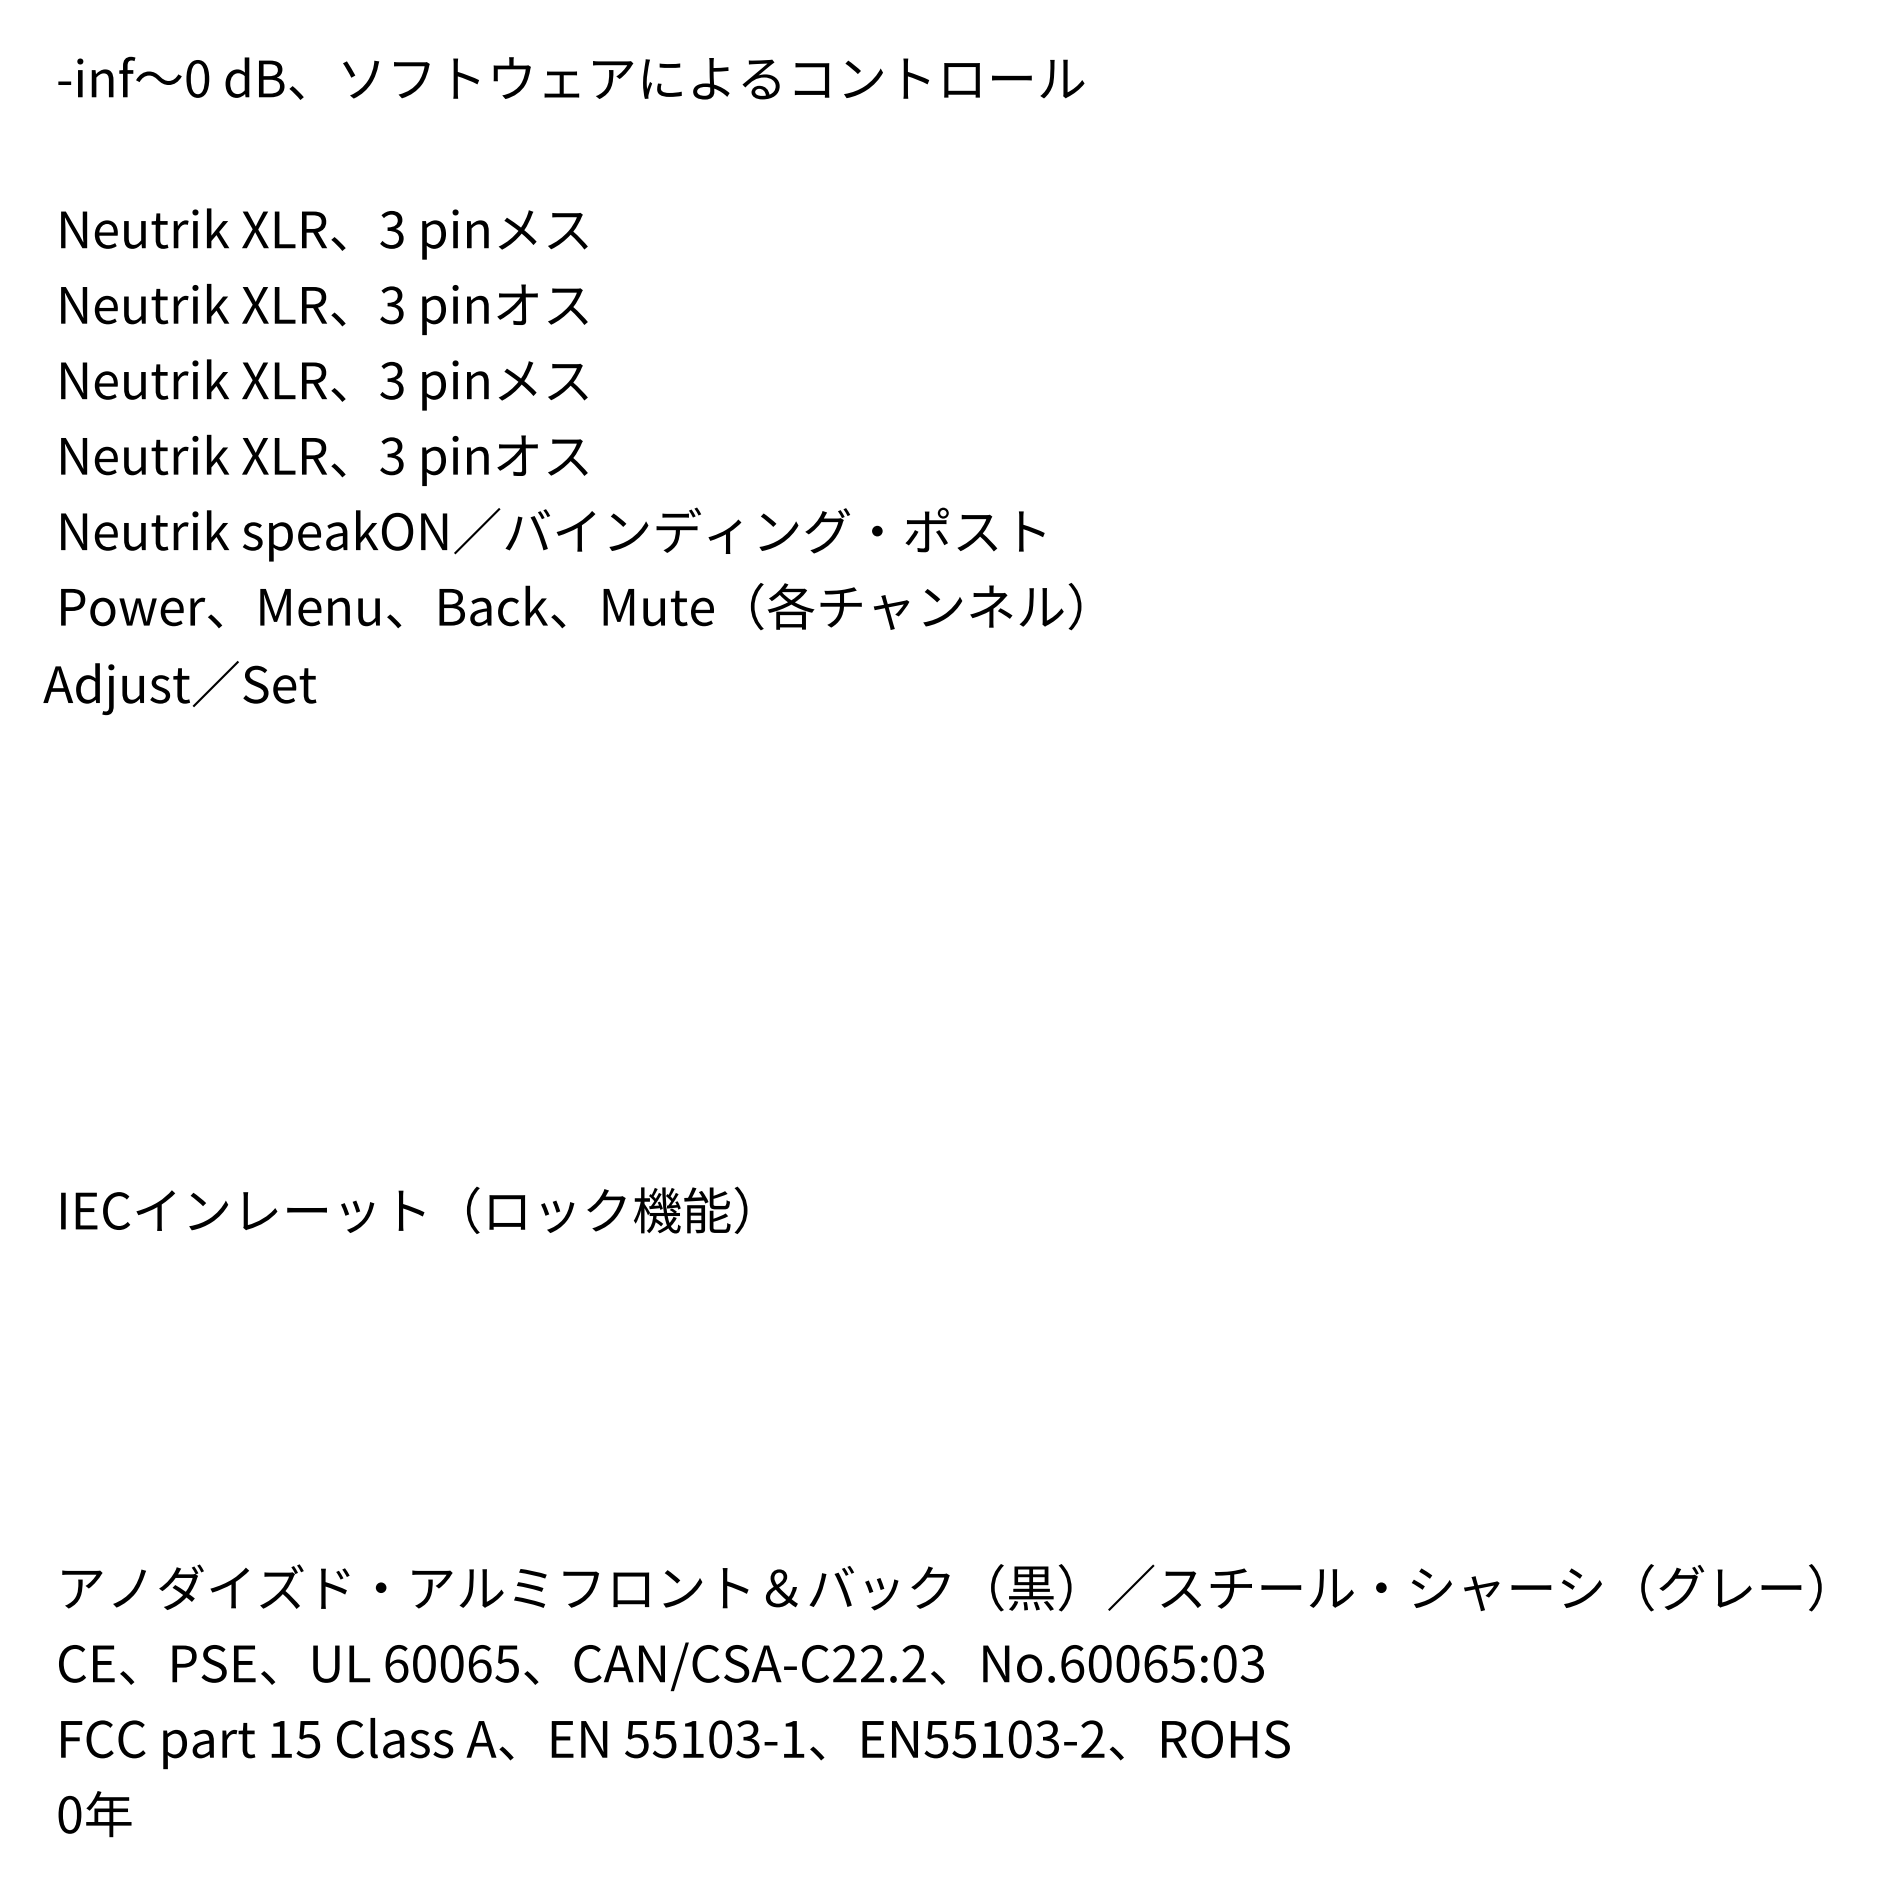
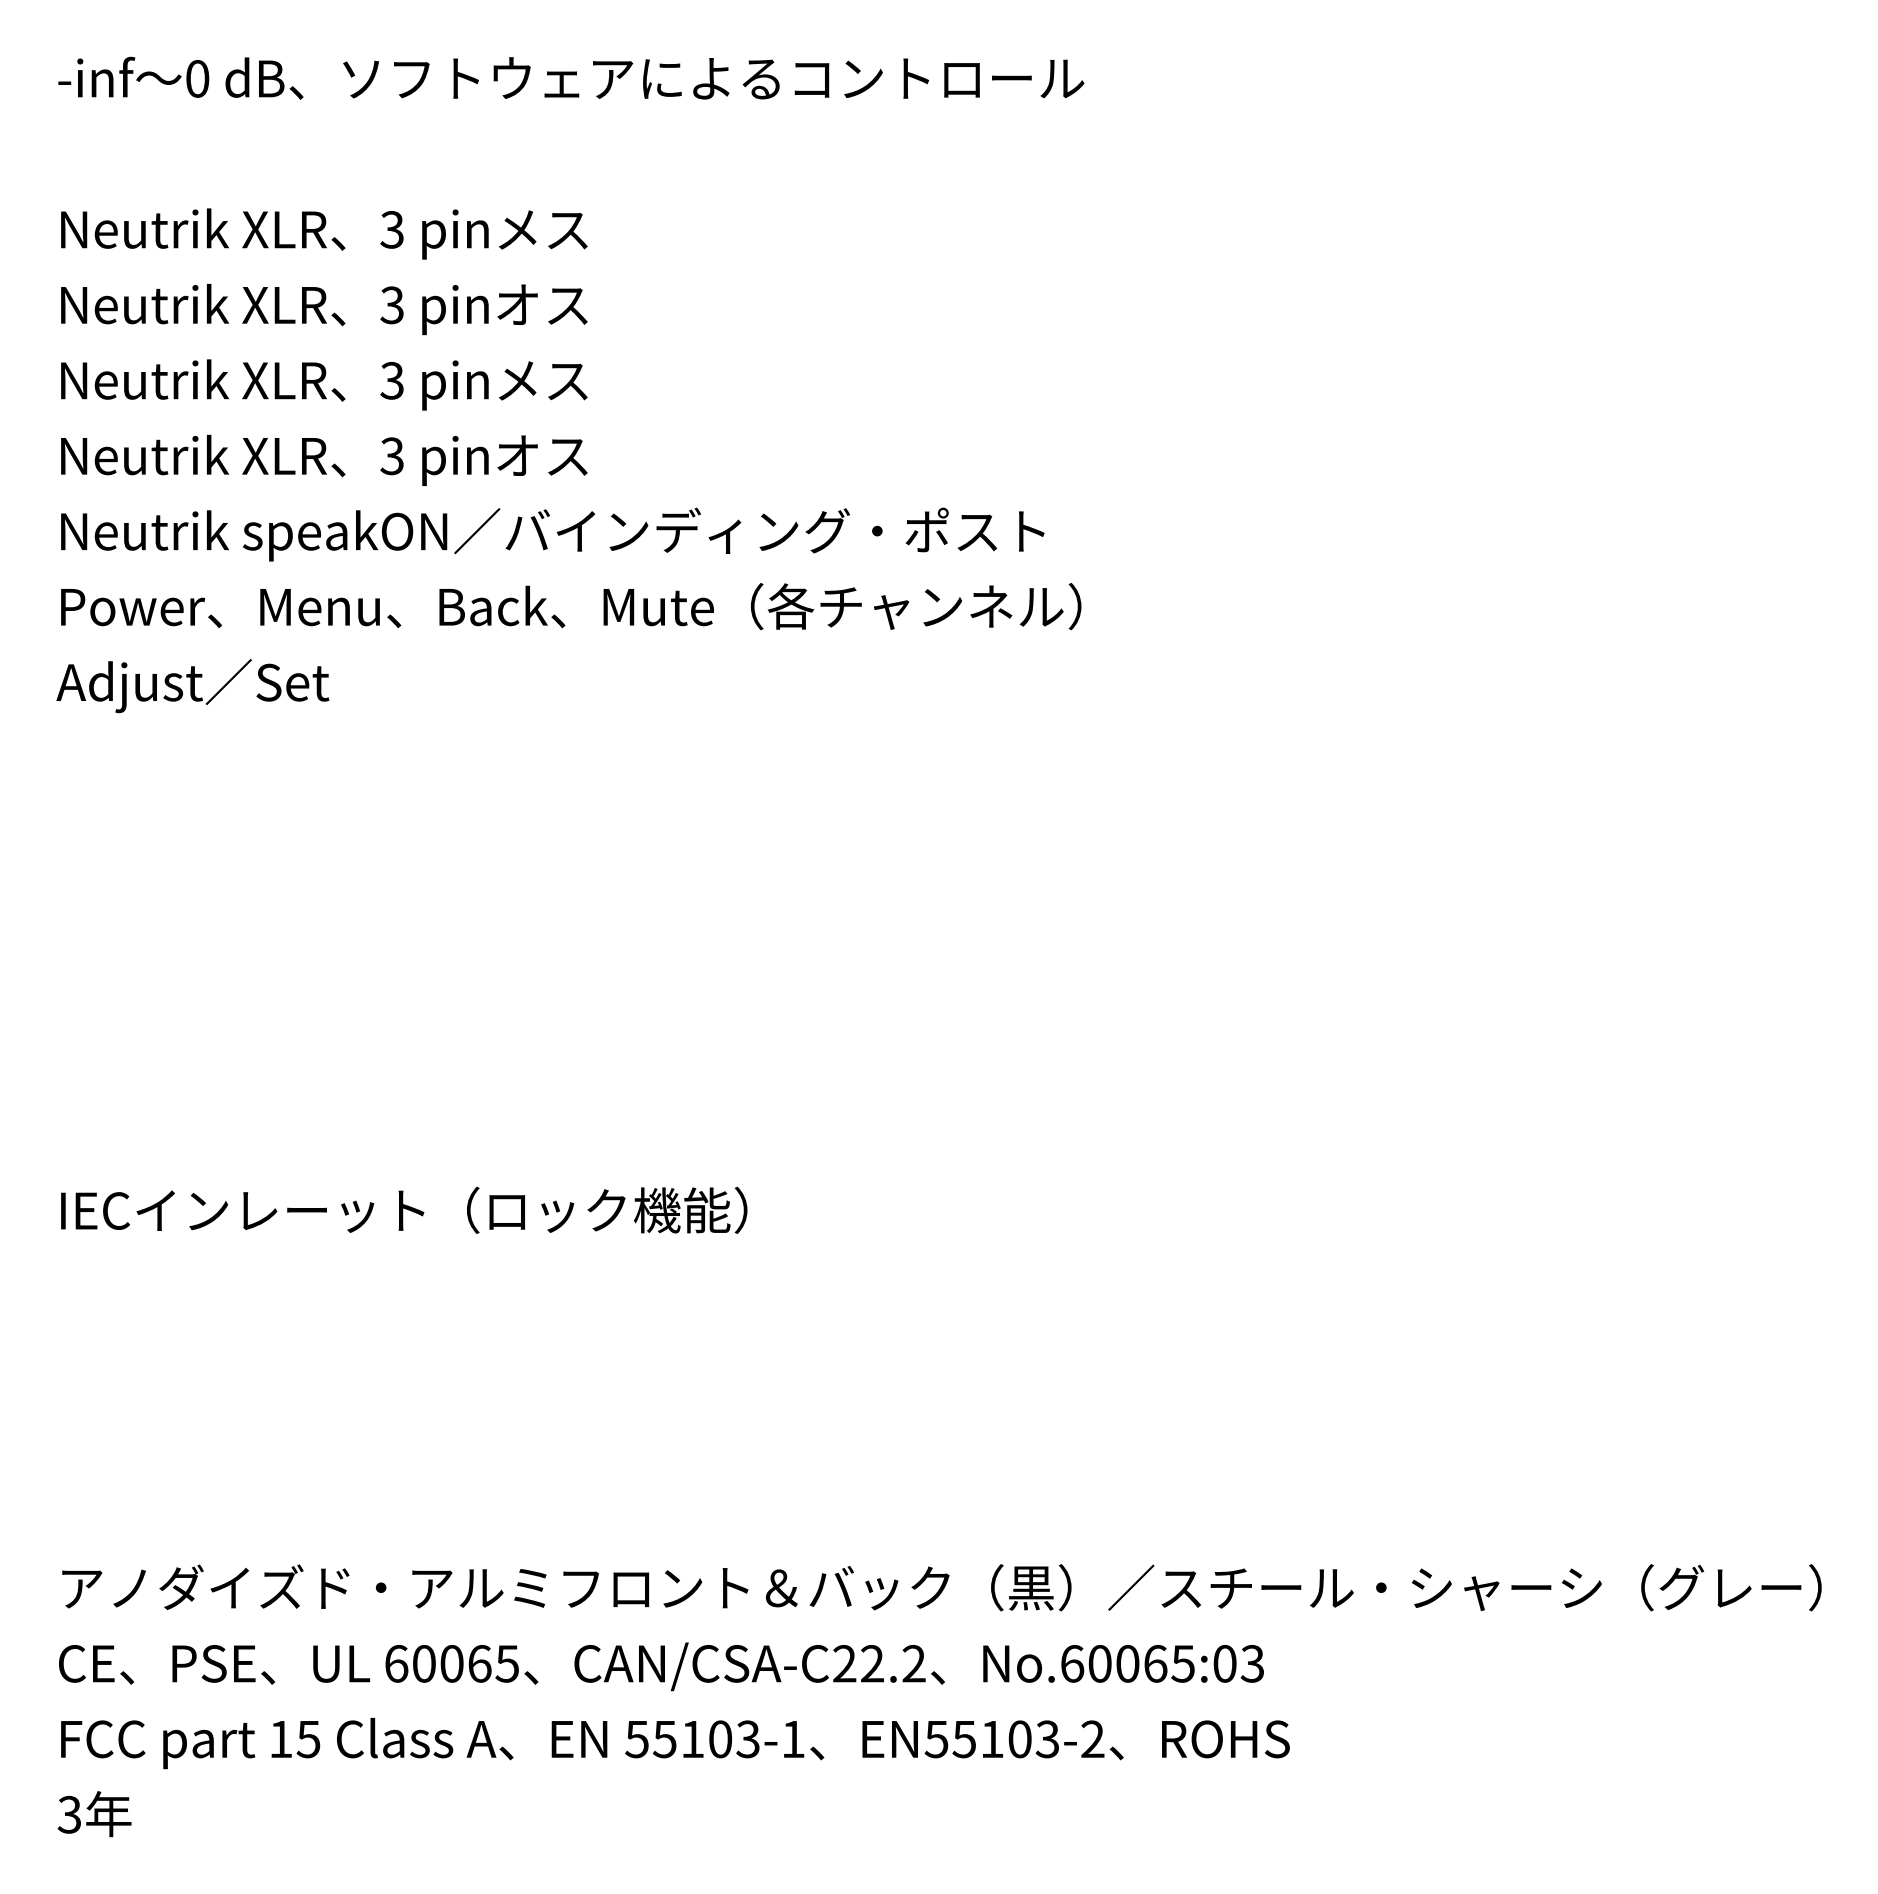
text at (179, 688) position: (179, 688) -> (192, 686)
text at (69, 1814): 0 -> 3
